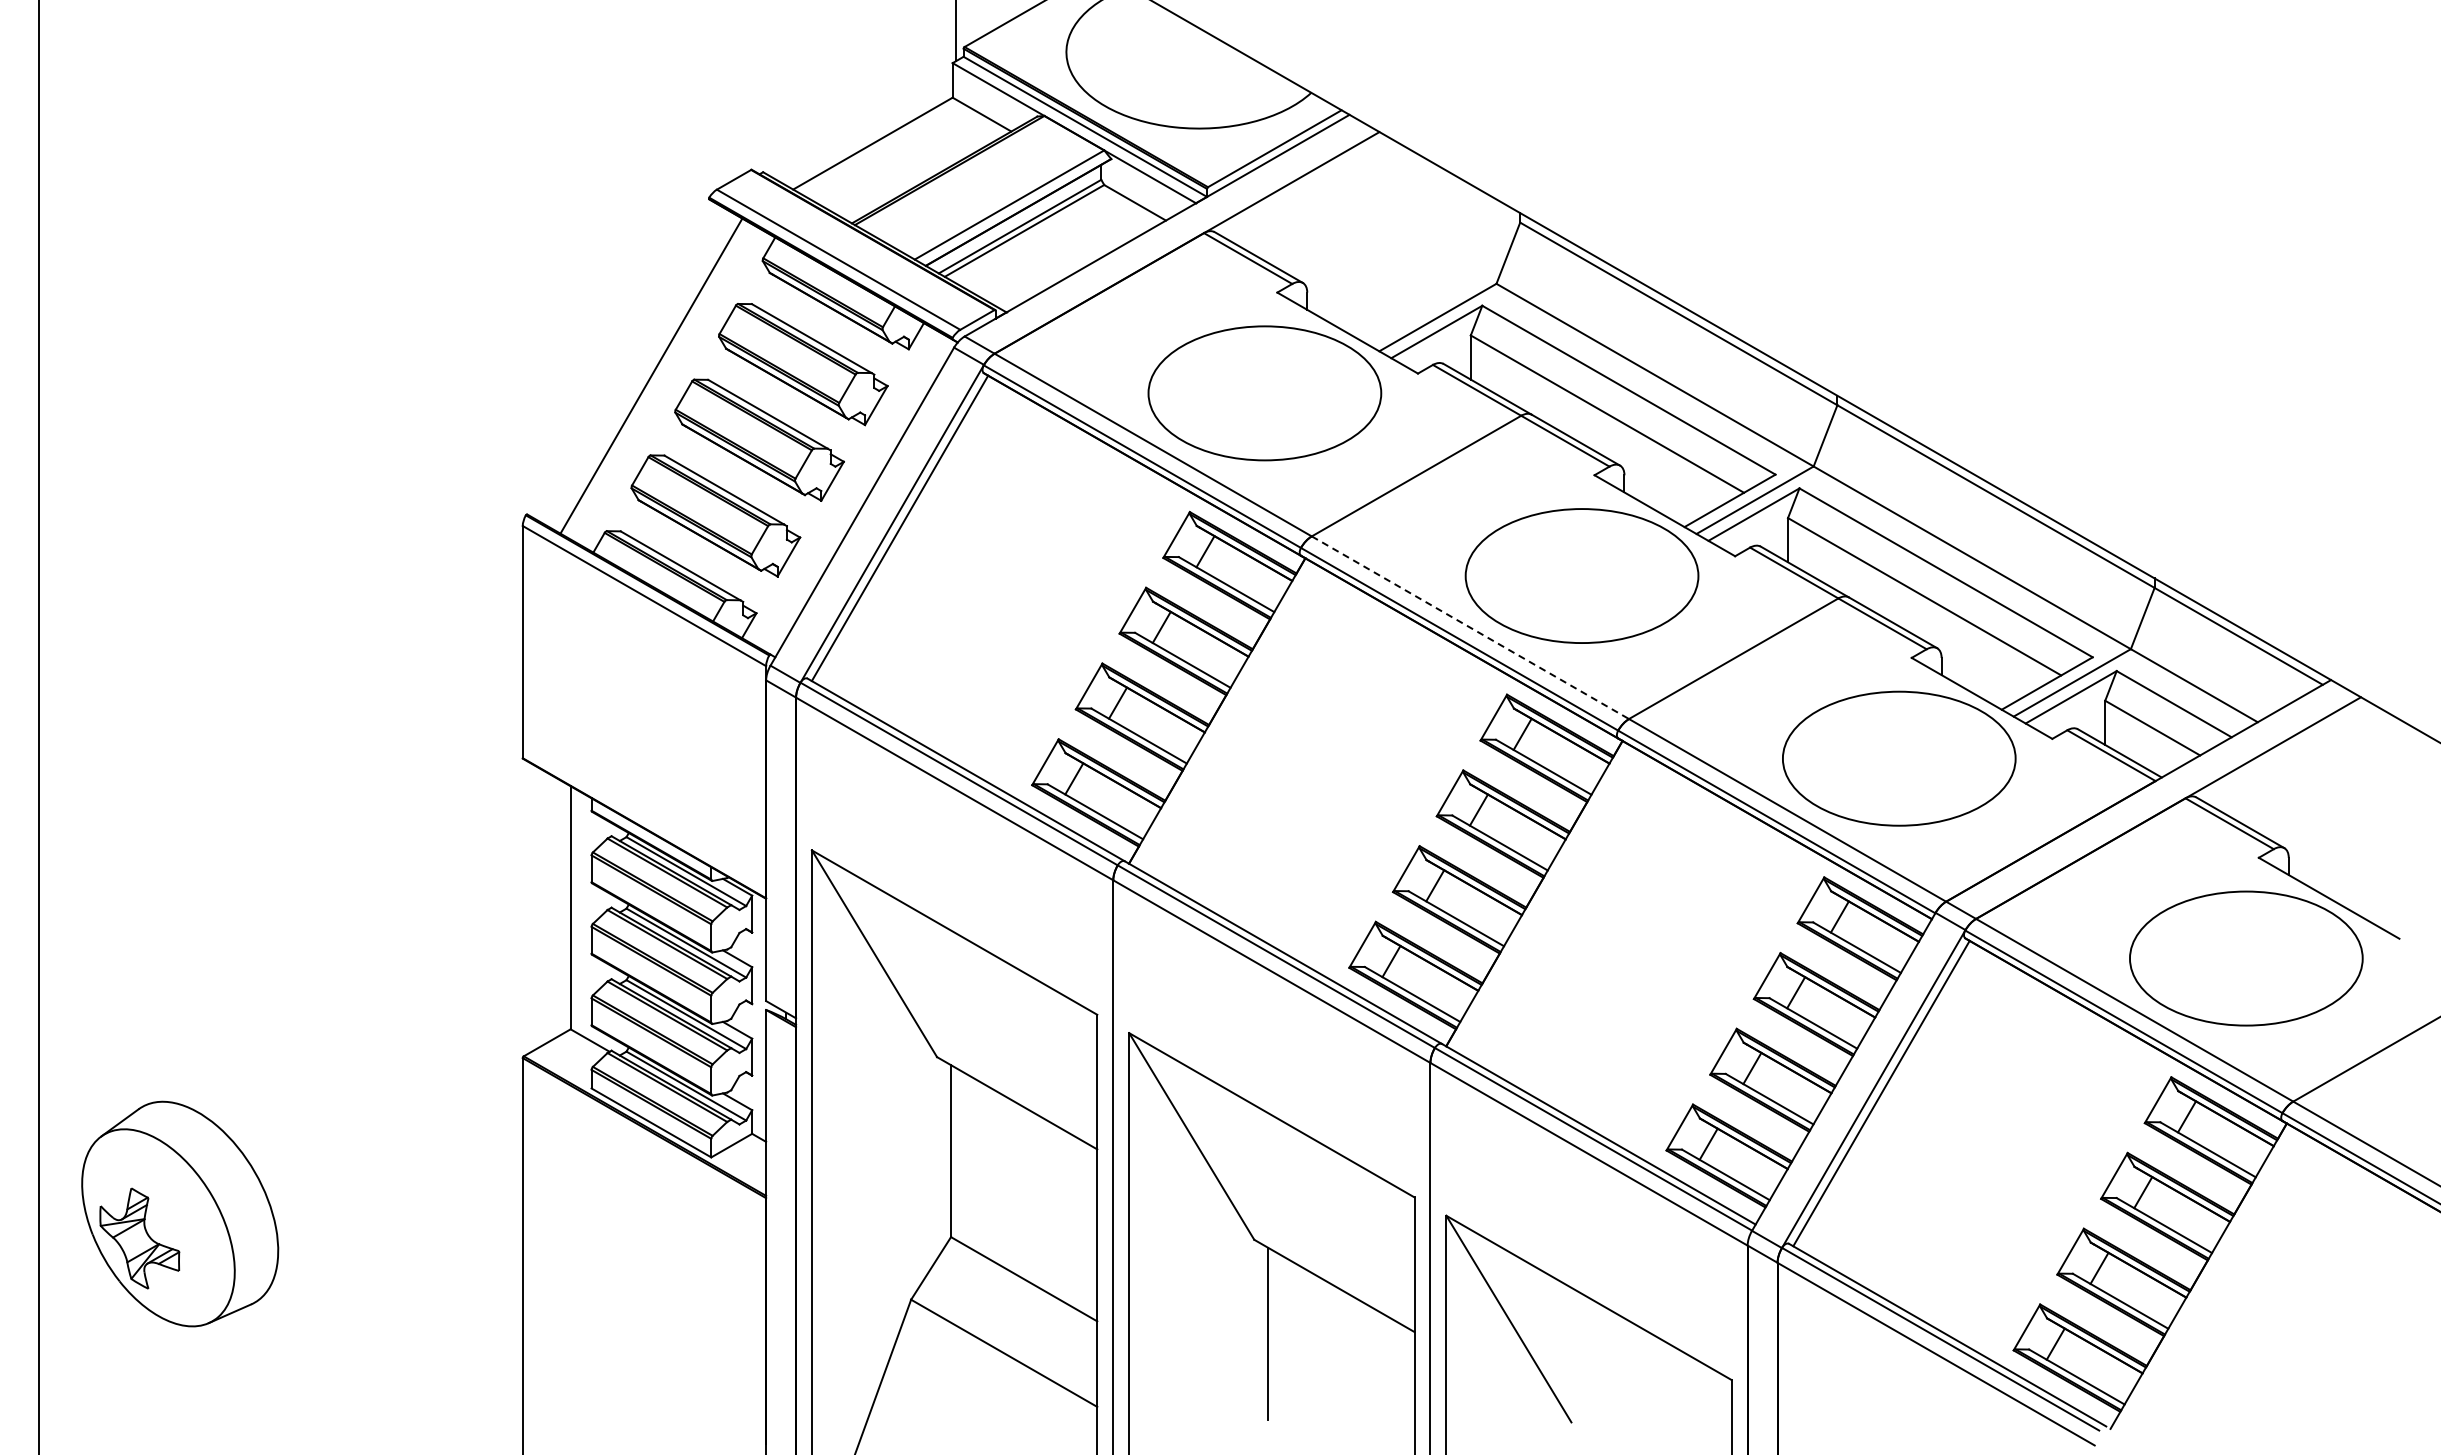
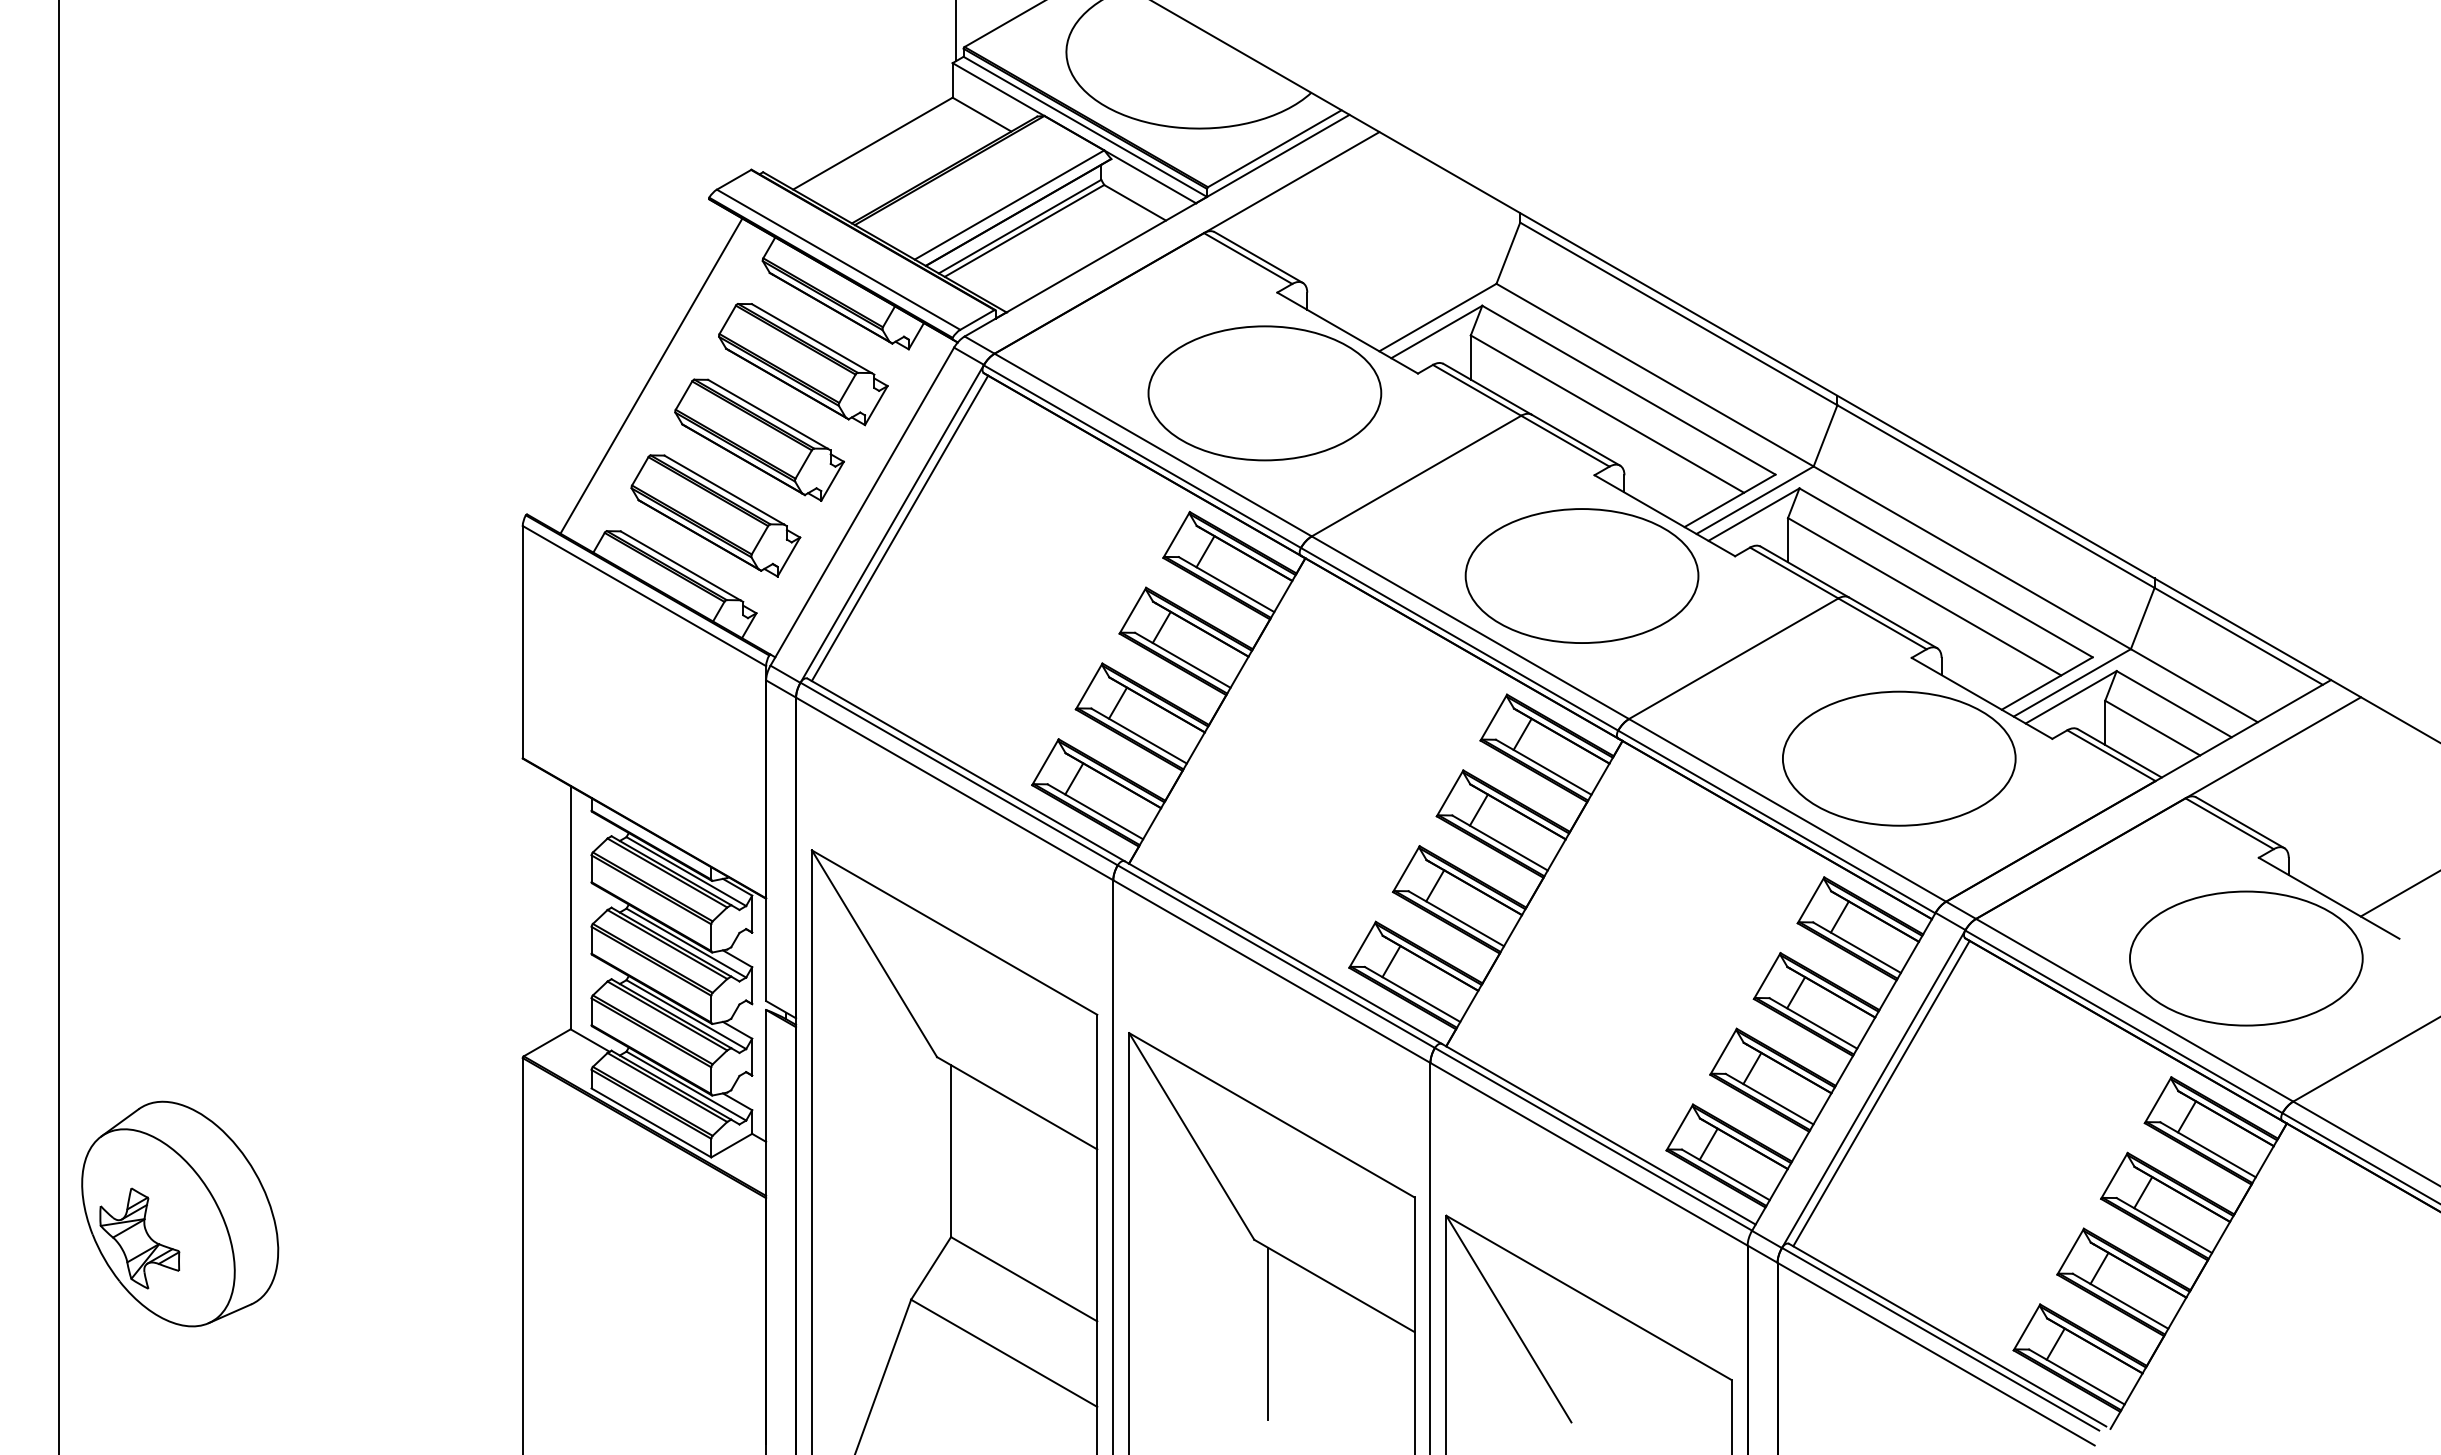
line at (1470, 627): dashed -> solid
line at (38, 726) position: (38, 726) -> (58, 726)
line at (2398, 894): none -> present
